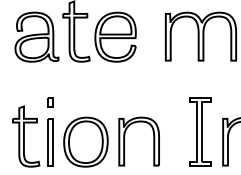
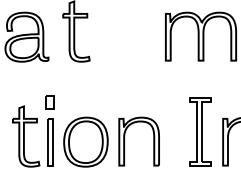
part at (36, 36) position: (36, 36) -> (26, 36)
part at (115, 36): present -> none
part at (50, 102) size: 7x11 px -> 10x15 px
